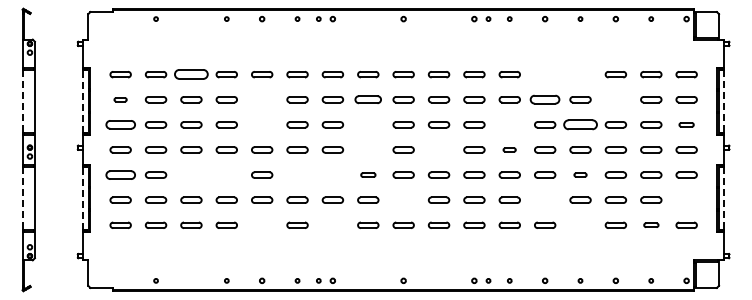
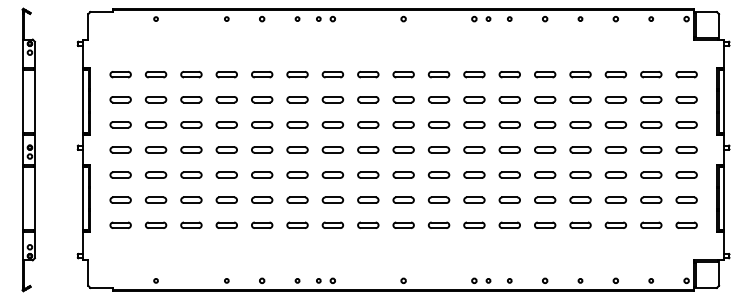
part at (191, 74) size: 35x11 px -> 23x8 px
part at (545, 74): none -> present
part at (580, 74): none -> present
part at (120, 99) size: 15x6 px -> 23x8 px
part at (262, 99): none -> present
part at (367, 99) size: 28x10 px -> 23x8 px
part at (544, 99) size: 32x11 px -> 23x8 px
part at (615, 99): none -> present
line at (22, 101): dashed -> solid
line at (83, 101): dashed -> solid
line at (723, 101): dashed -> solid
part at (120, 124) size: 31x10 px -> 23x8 px
part at (262, 124): none -> present
part at (368, 124): none -> present
part at (509, 124): none -> present
part at (580, 124) size: 35x12 px -> 23x8 px
part at (686, 124) size: 17x6 px -> 23x8 px
part at (368, 149): none -> present
part at (438, 149): none -> present
part at (509, 149) size: 15x6 px -> 23x8 px
part at (120, 174) size: 31x10 px -> 23x8 px
part at (191, 174): none -> present
part at (226, 174): none -> present
part at (297, 174): none -> present
part at (332, 174): none -> present
part at (368, 174) size: 17x6 px -> 23x8 px
part at (580, 174) size: 15x6 px -> 23x8 px
line at (22, 198): dashed -> solid
line at (83, 198): dashed -> solid
line at (723, 198): dashed -> solid
part at (403, 199): none -> present
part at (545, 199): none -> present
part at (686, 199): none -> present
part at (262, 224): none -> present
part at (332, 224): none -> present
part at (580, 224): none -> present
part at (651, 224) size: 17x6 px -> 23x8 px
